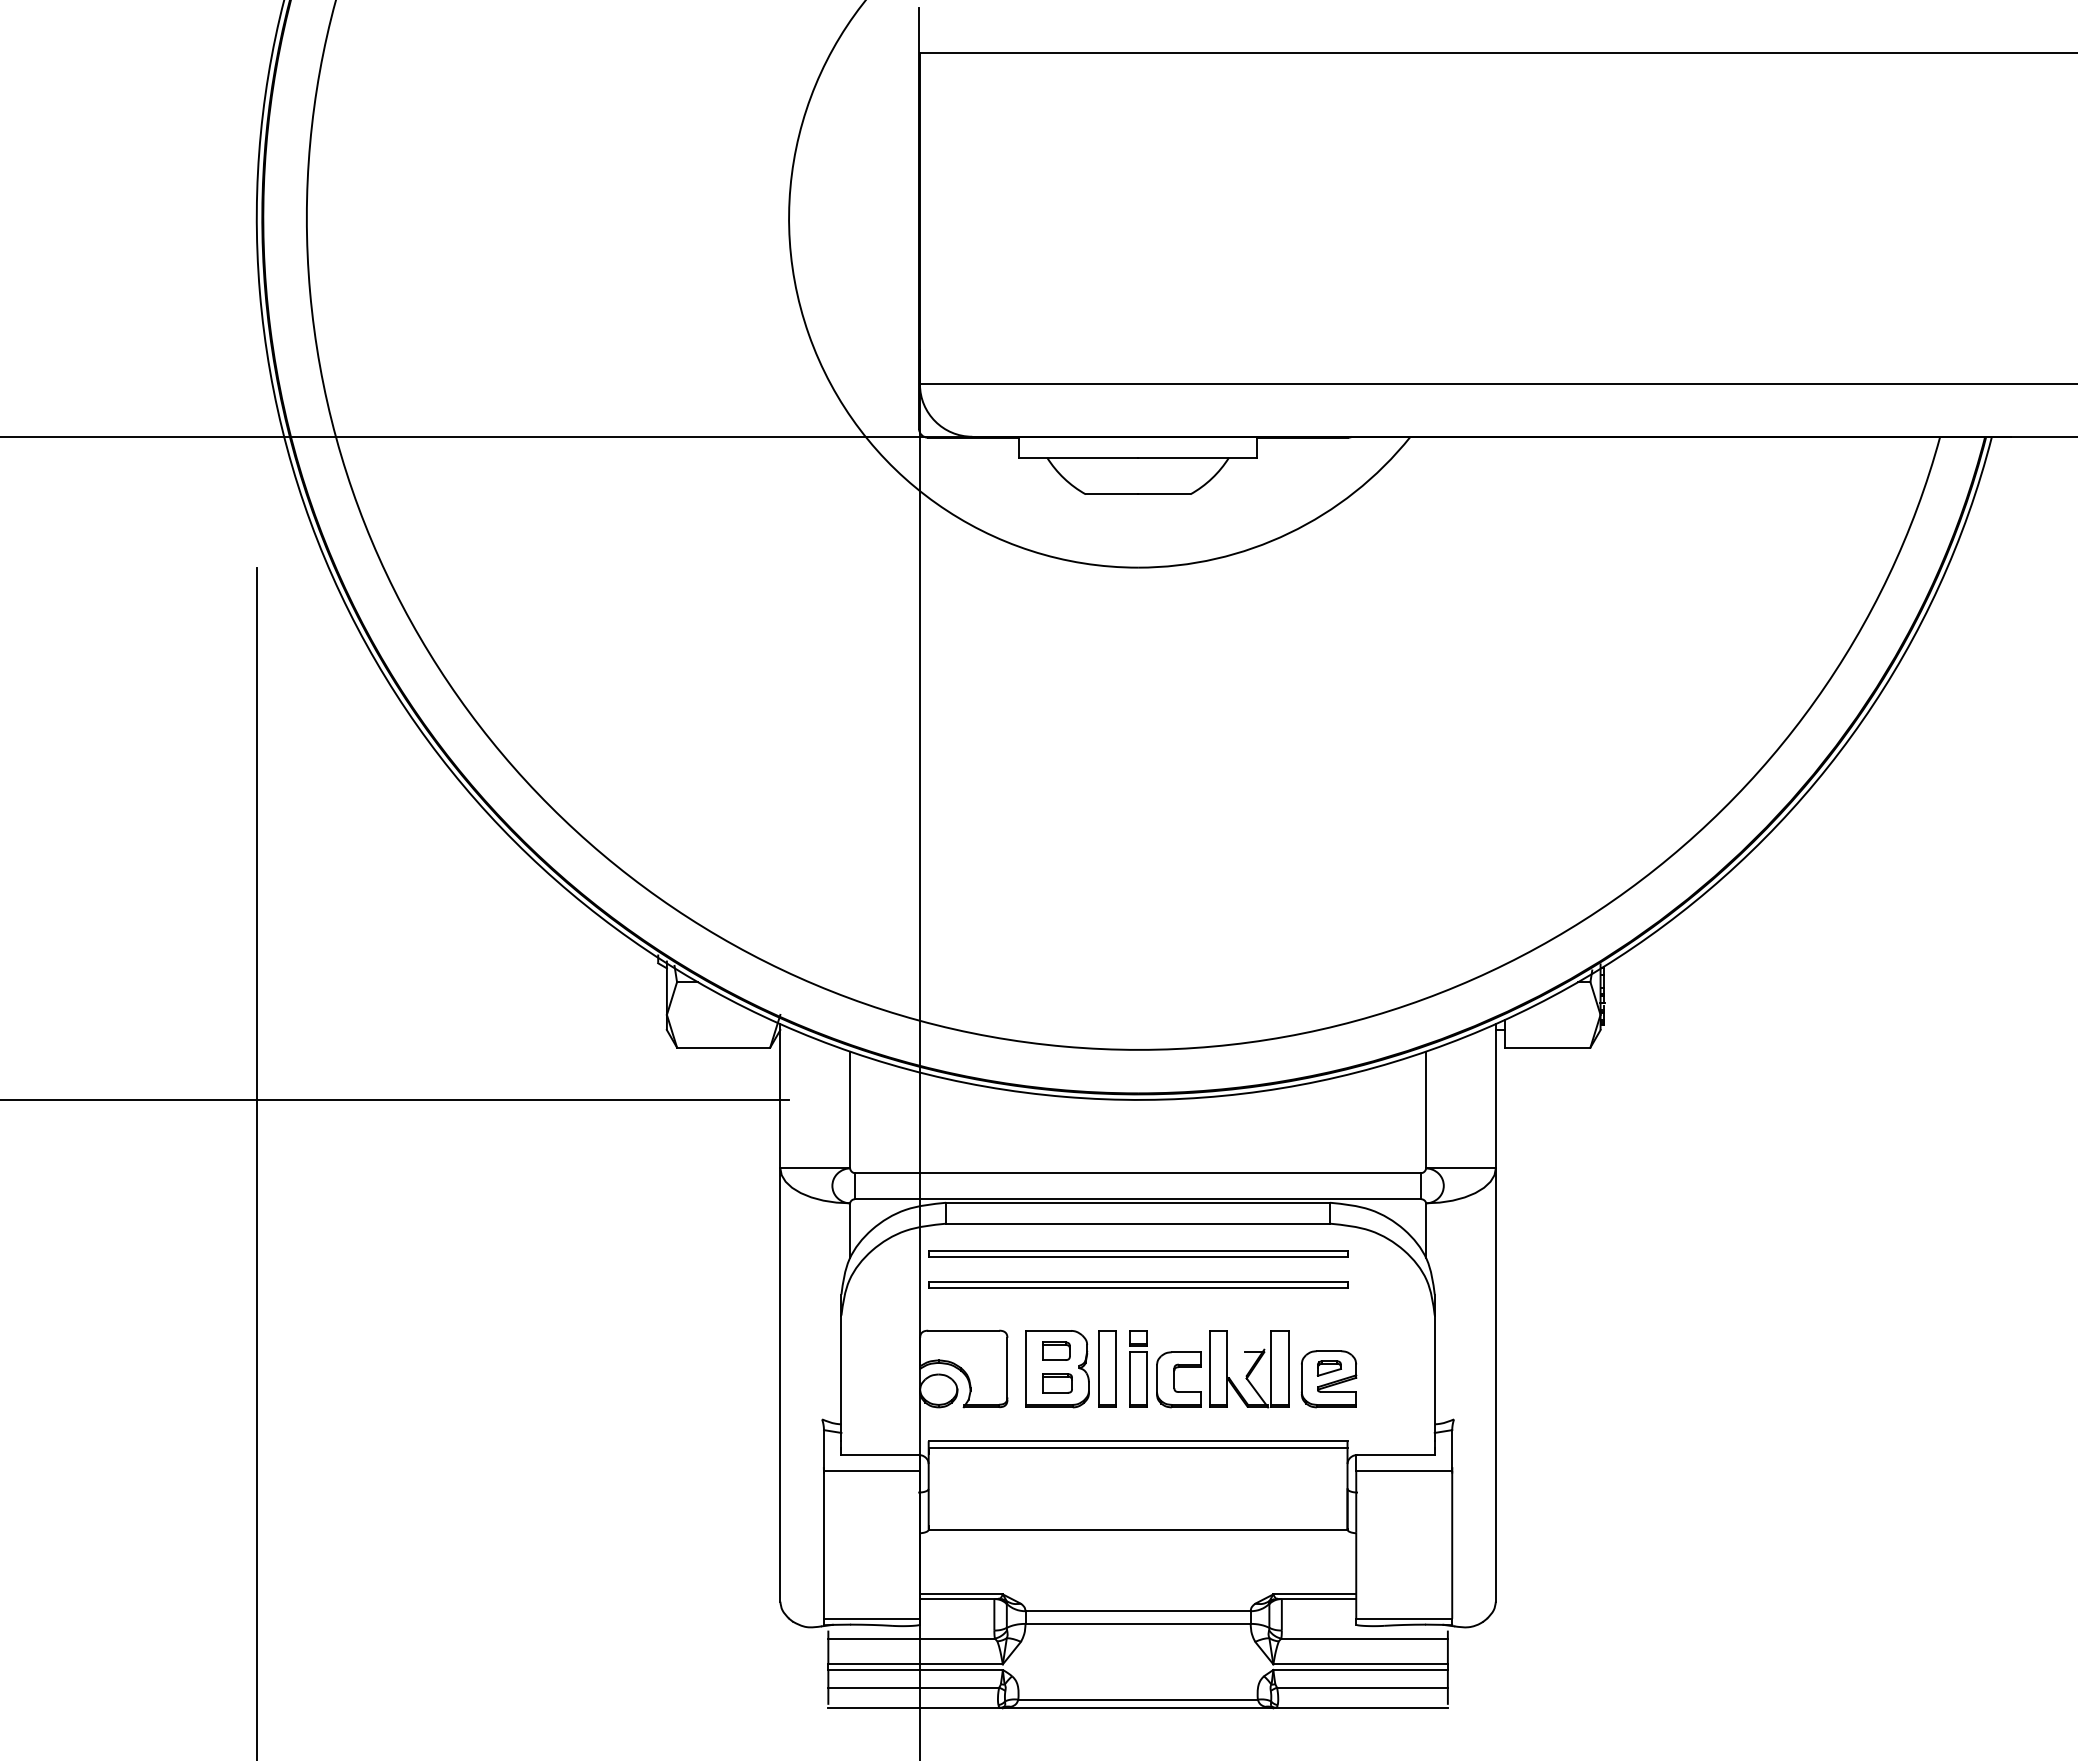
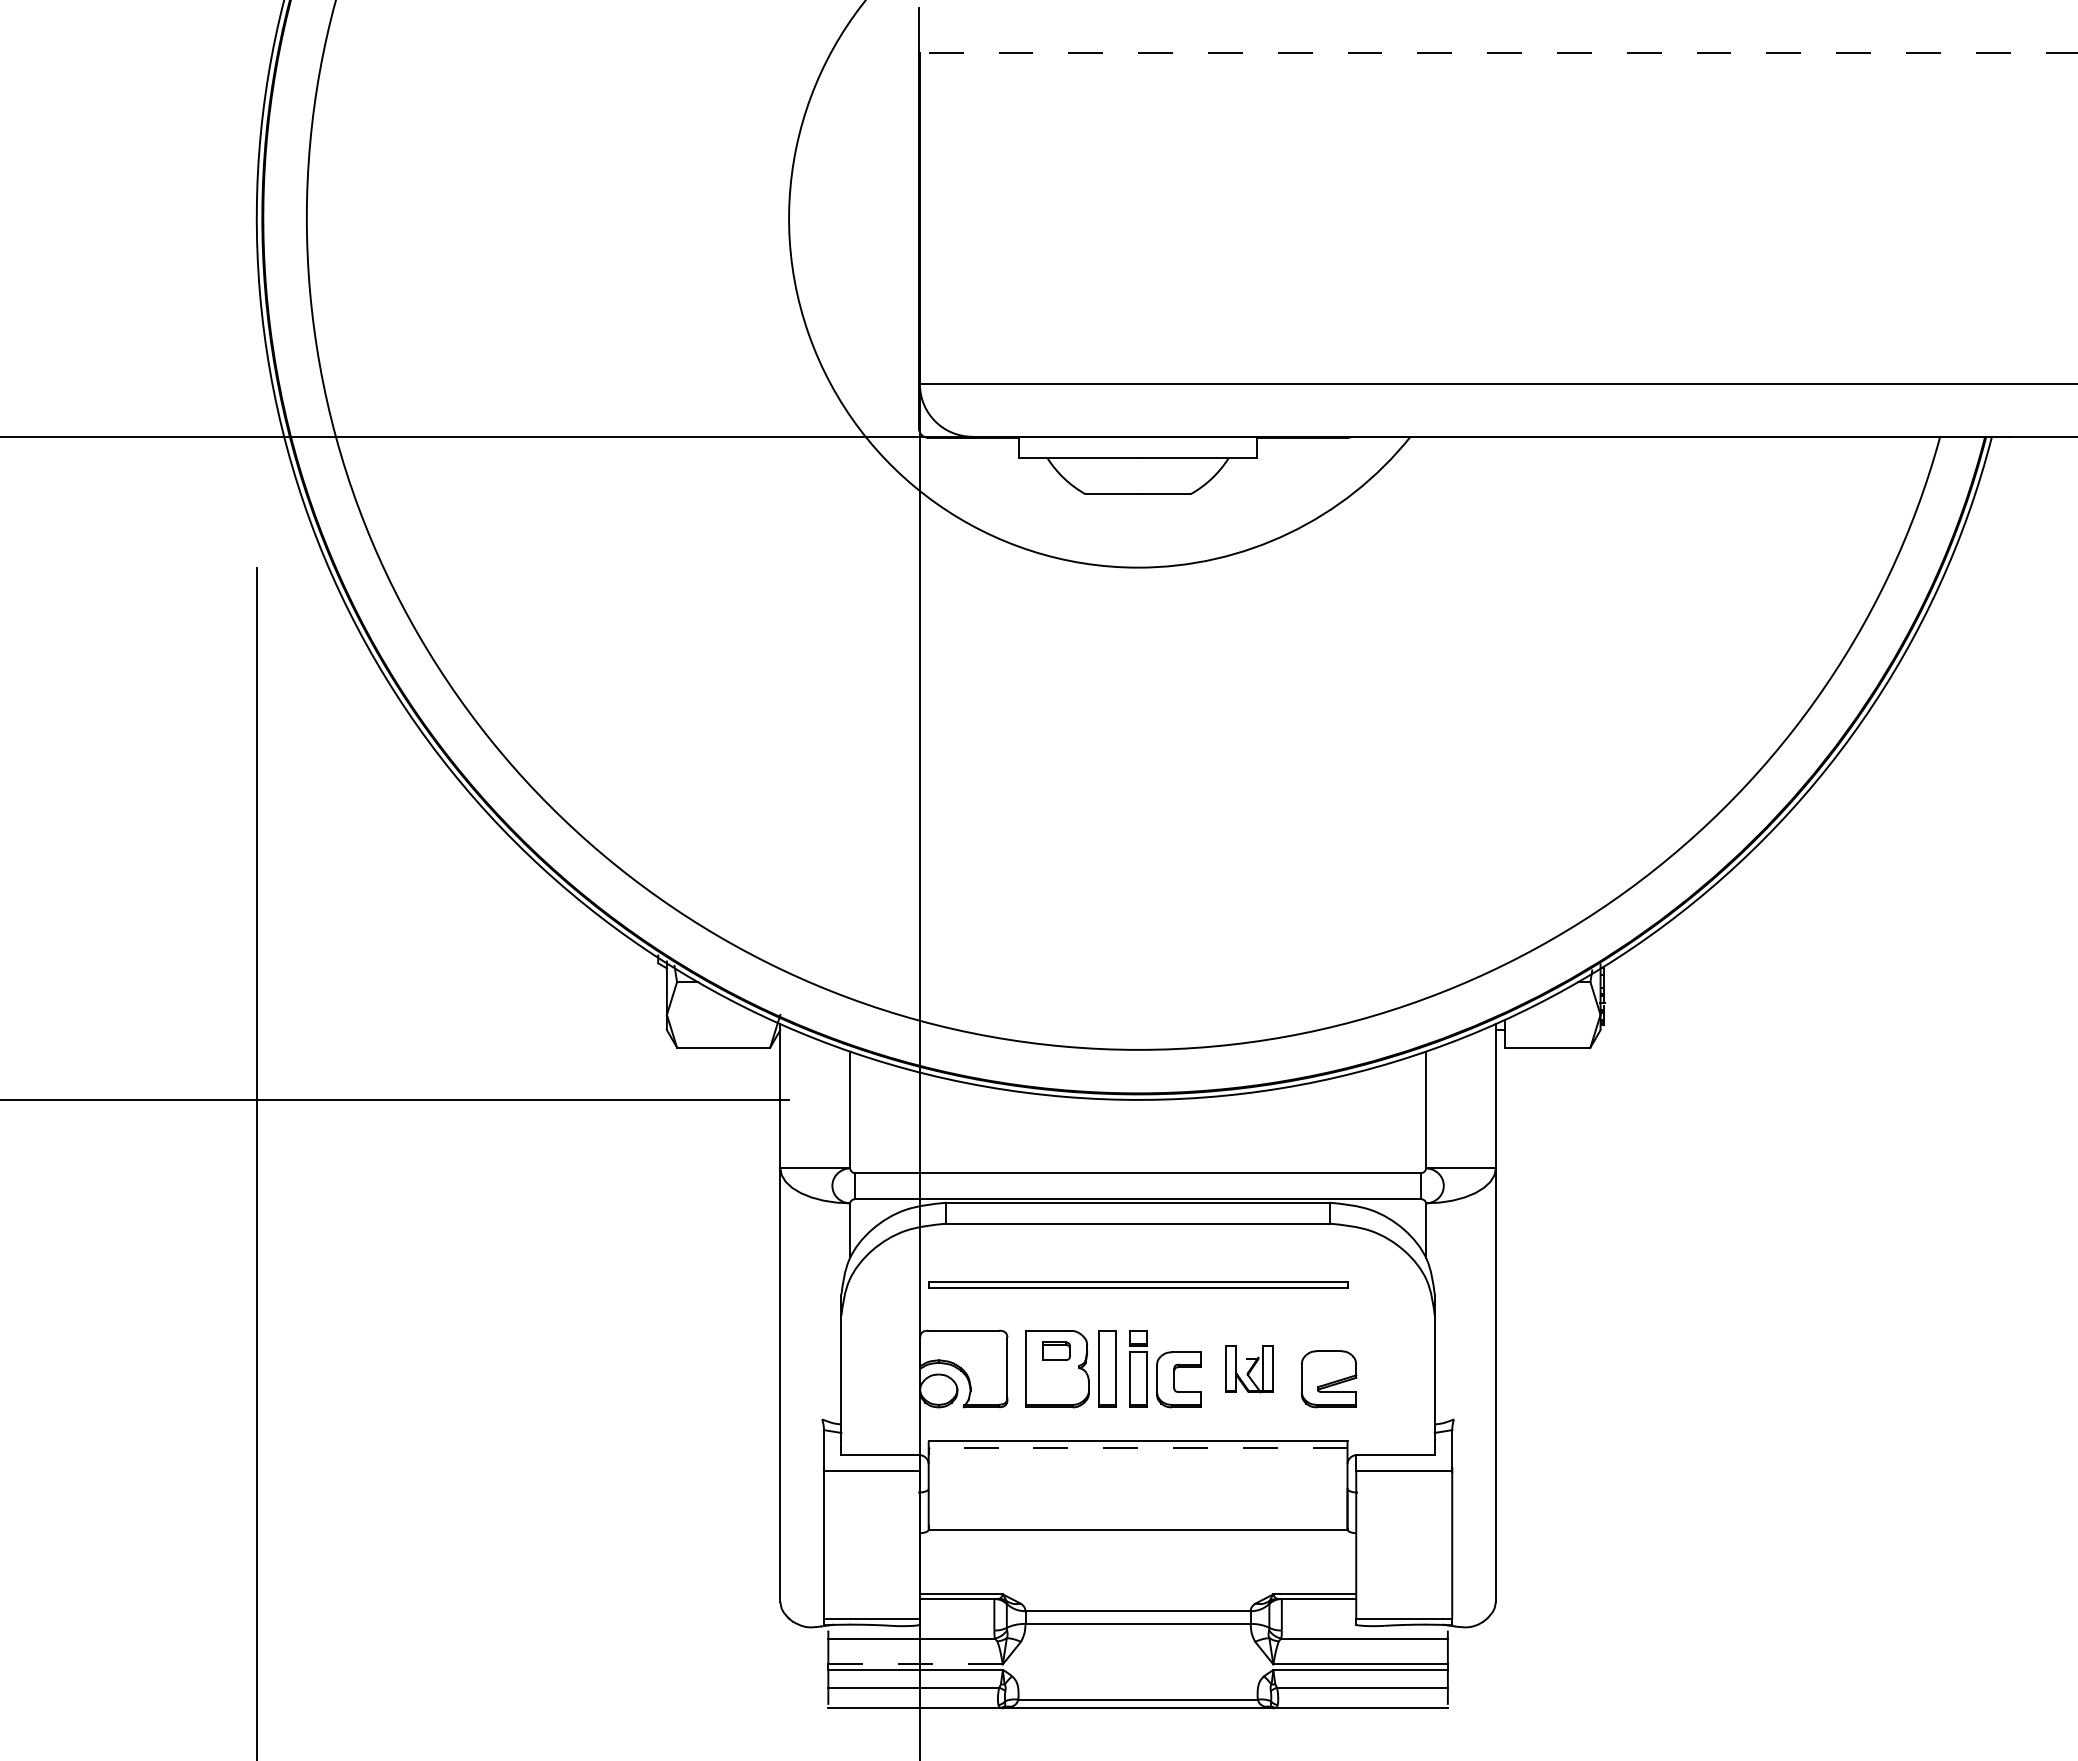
line at (1498, 52): solid -> dashed
part at (1138, 1253): present -> none
part at (1328, 1368): present -> none
part at (1249, 1369) size: 81x79 px -> 49x49 px
part at (1057, 1383): present -> none
line at (1137, 1447): solid -> dashed
line at (916, 1664): solid -> dashed
